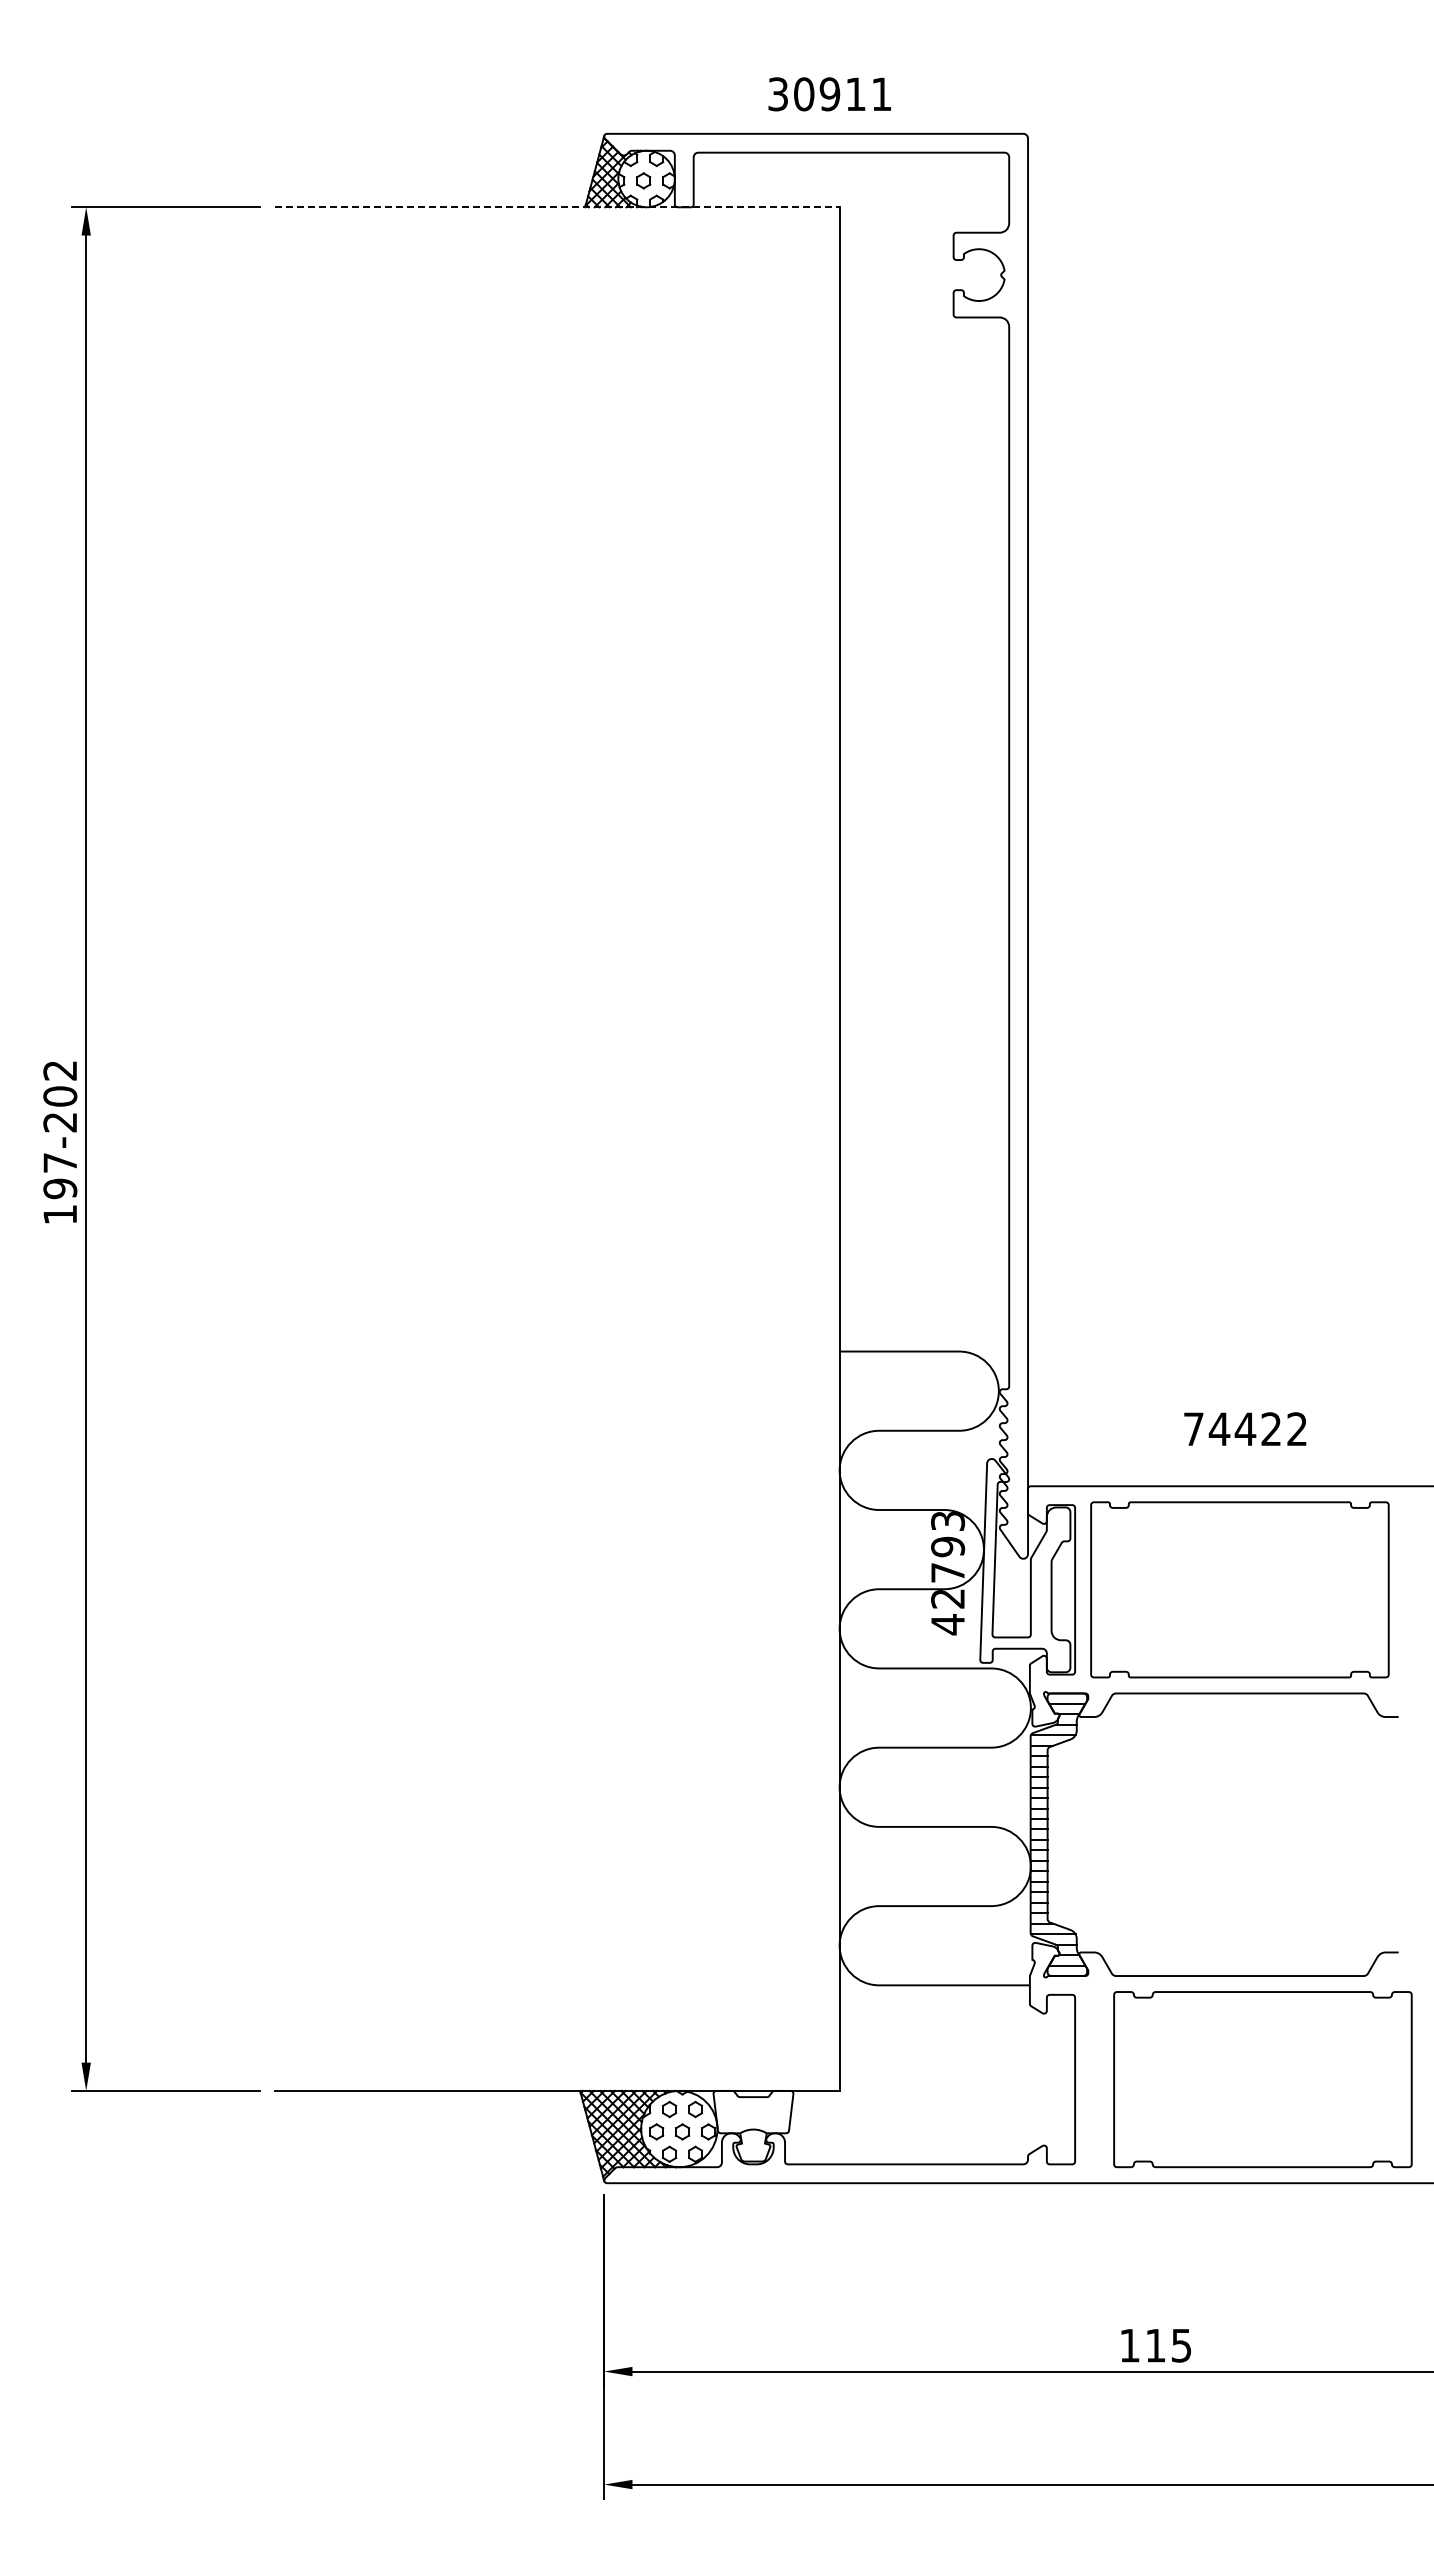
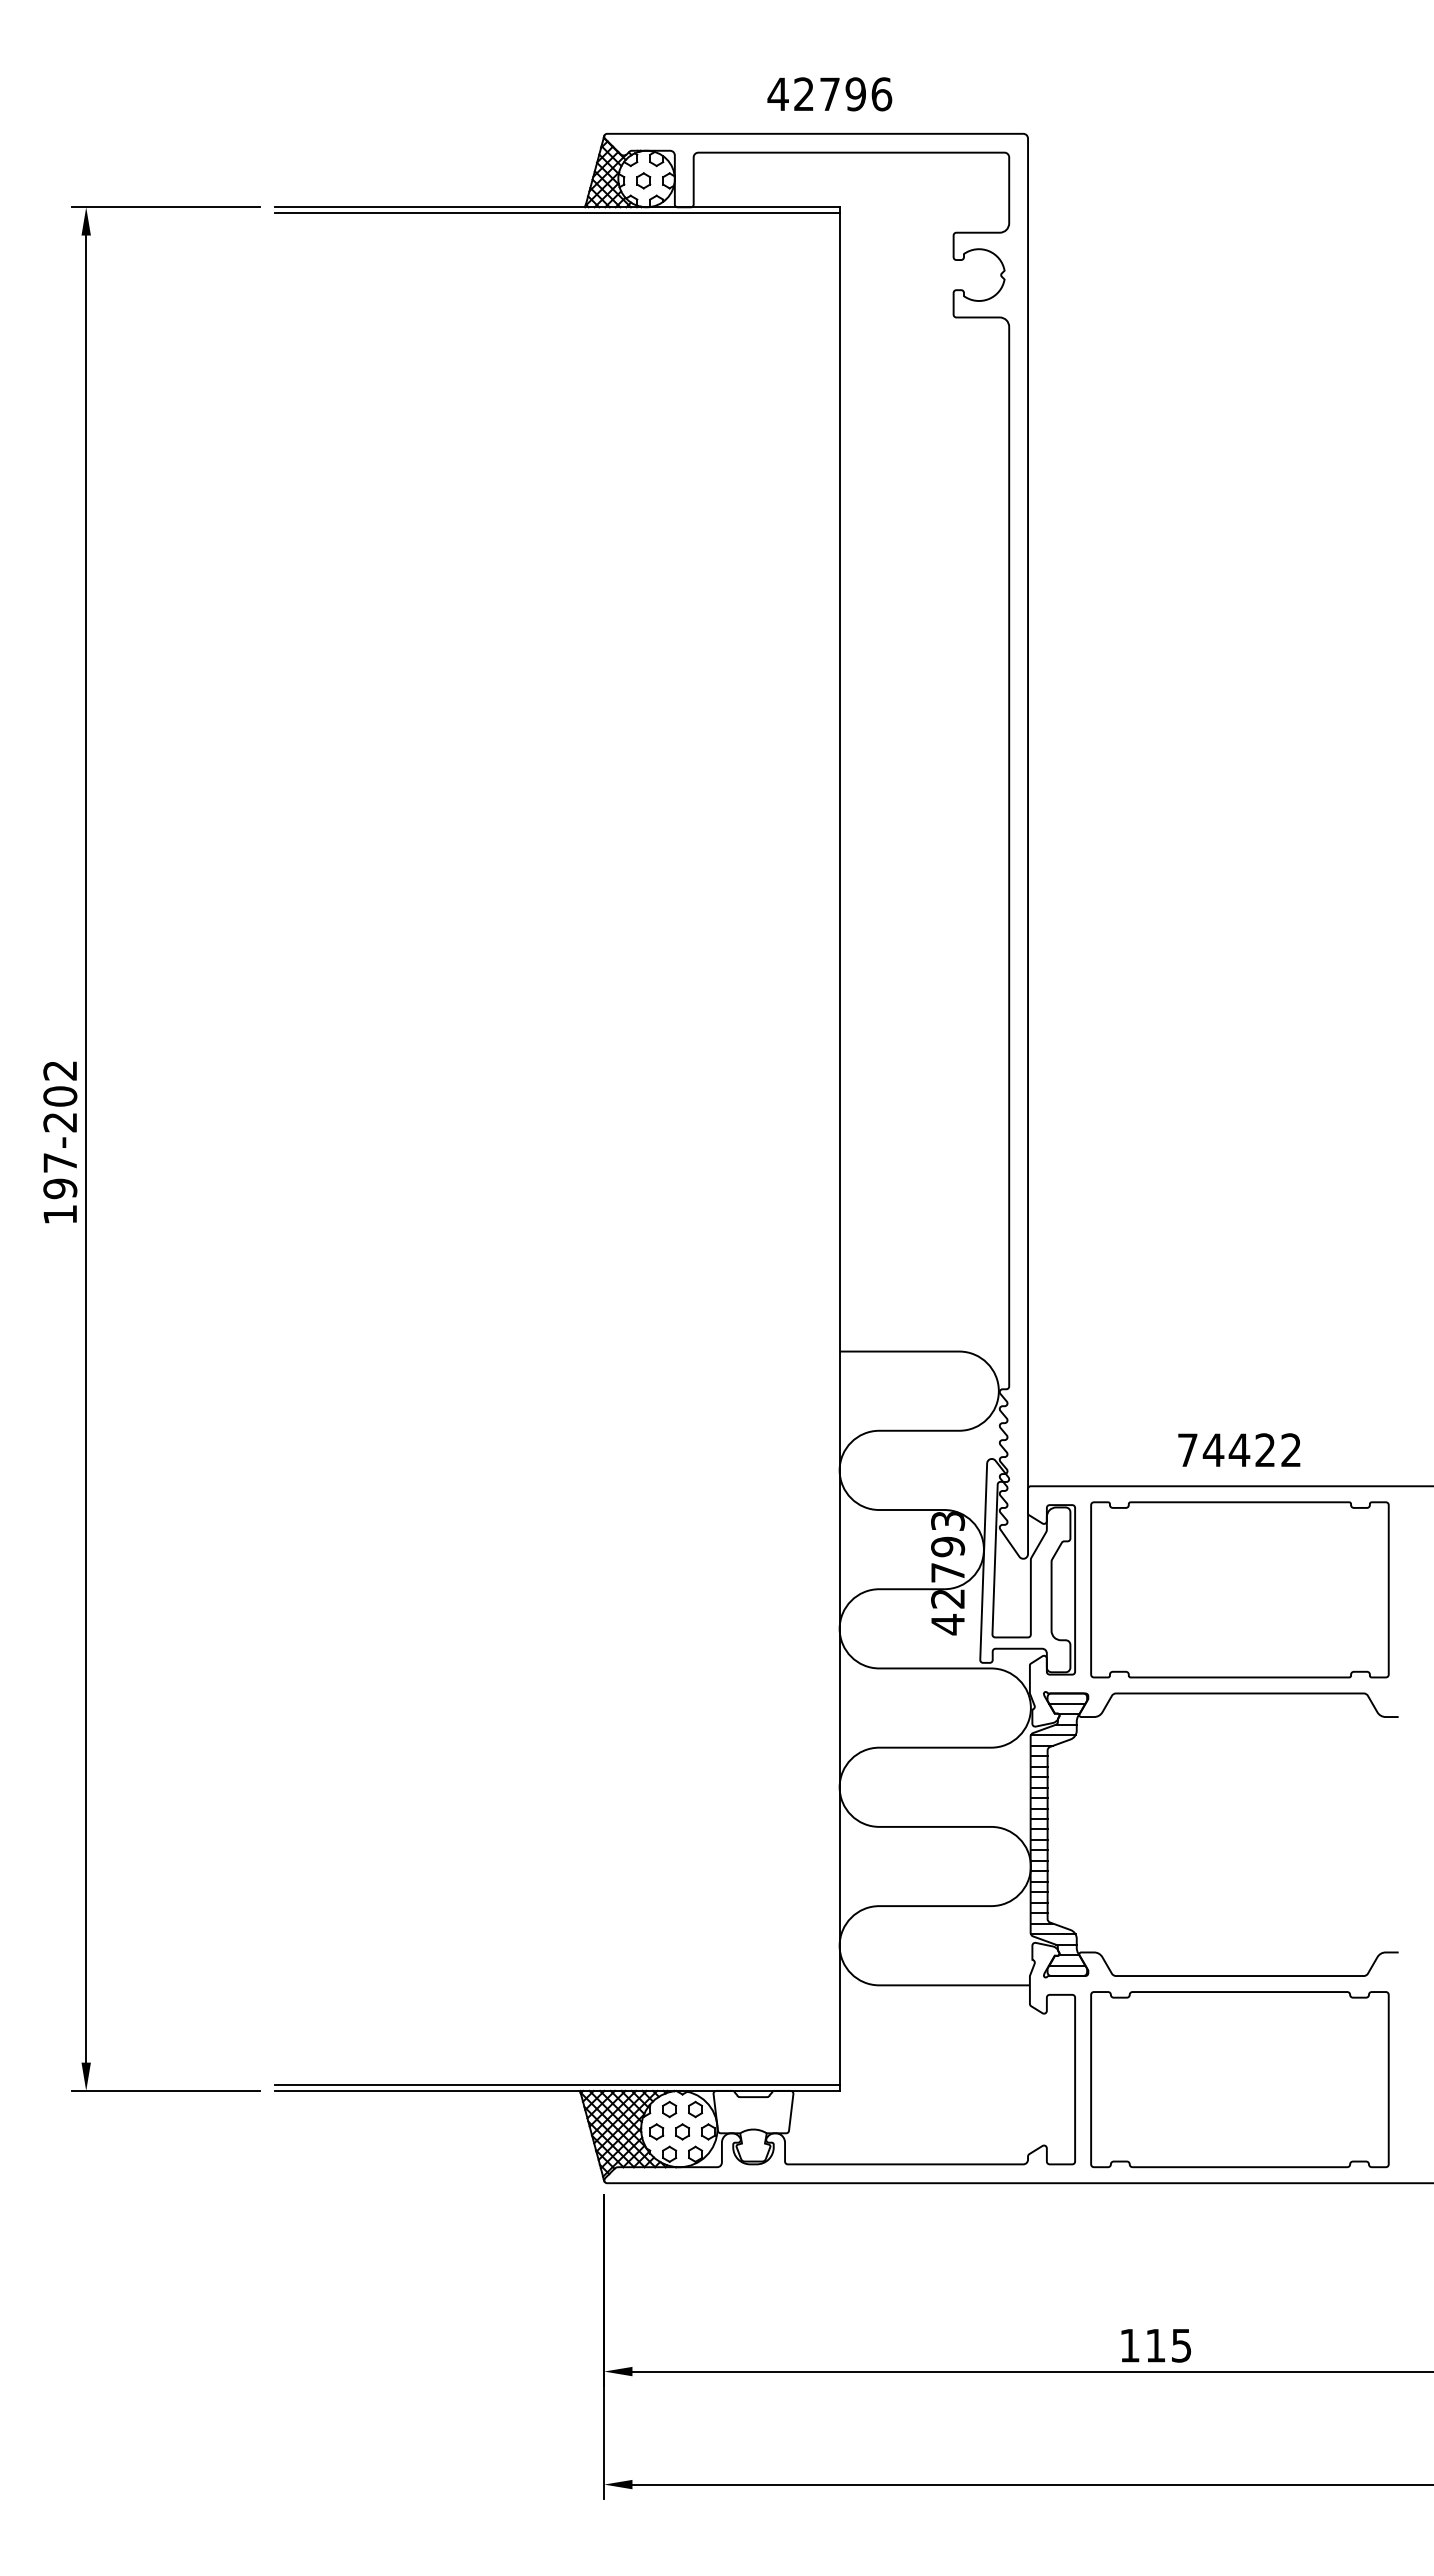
text at (829, 94): 30911 -> 42796
line at (557, 207): dashed -> solid
line at (556, 212): none -> present
text at (1245, 1428) position: (1245, 1428) -> (1239, 1449)
part at (1262, 2079) position: (1262, 2079) -> (1239, 2079)
line at (556, 2085): none -> present
